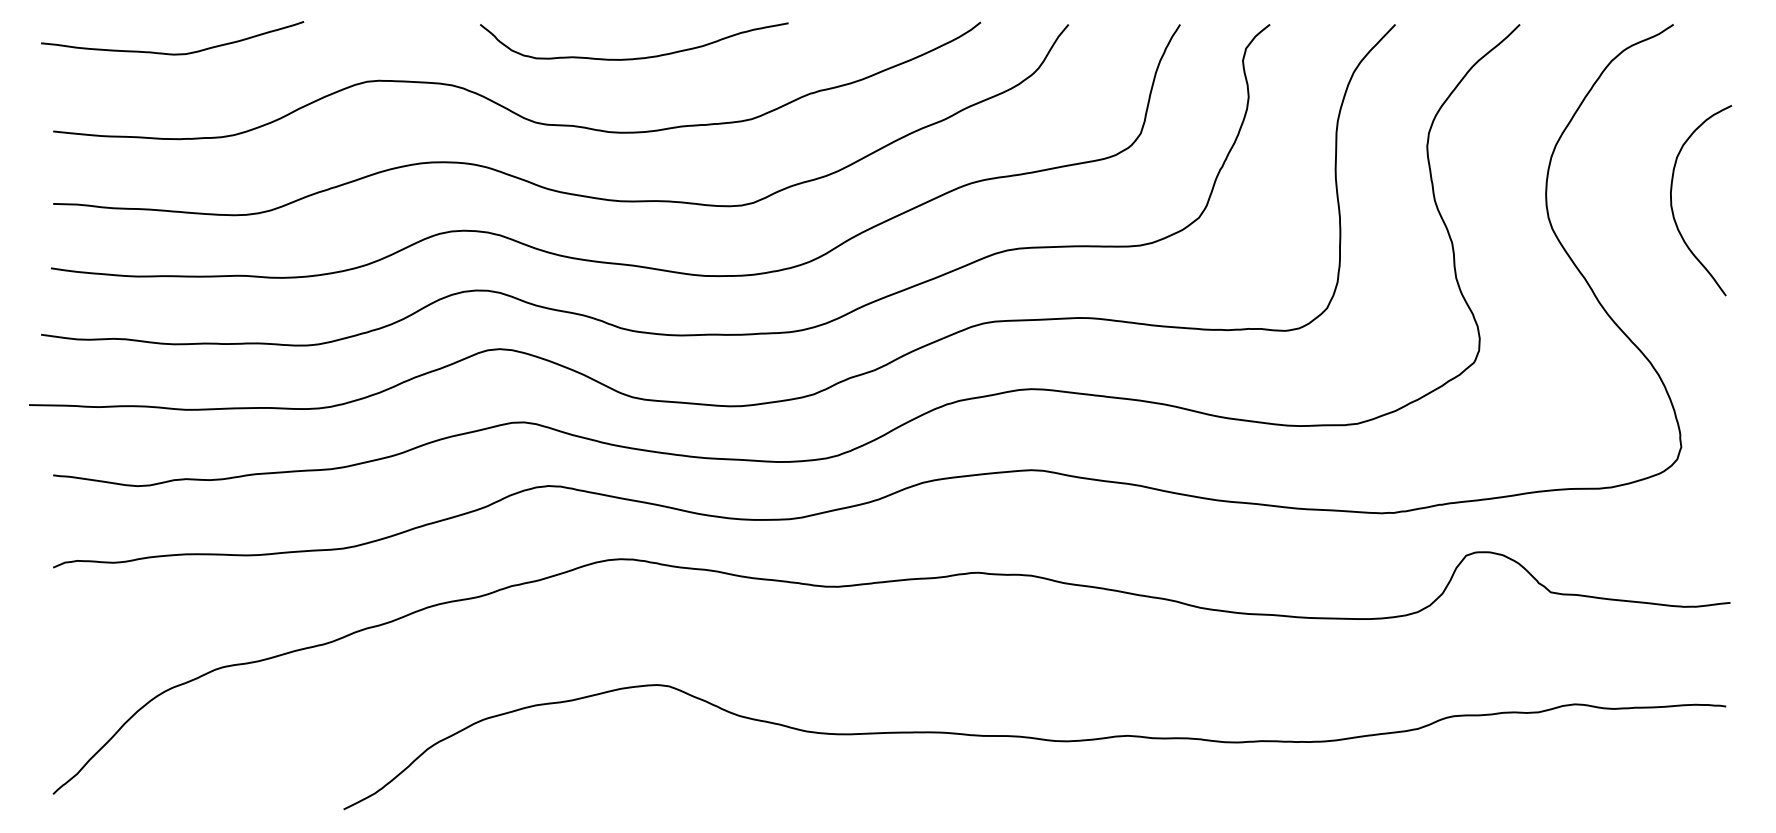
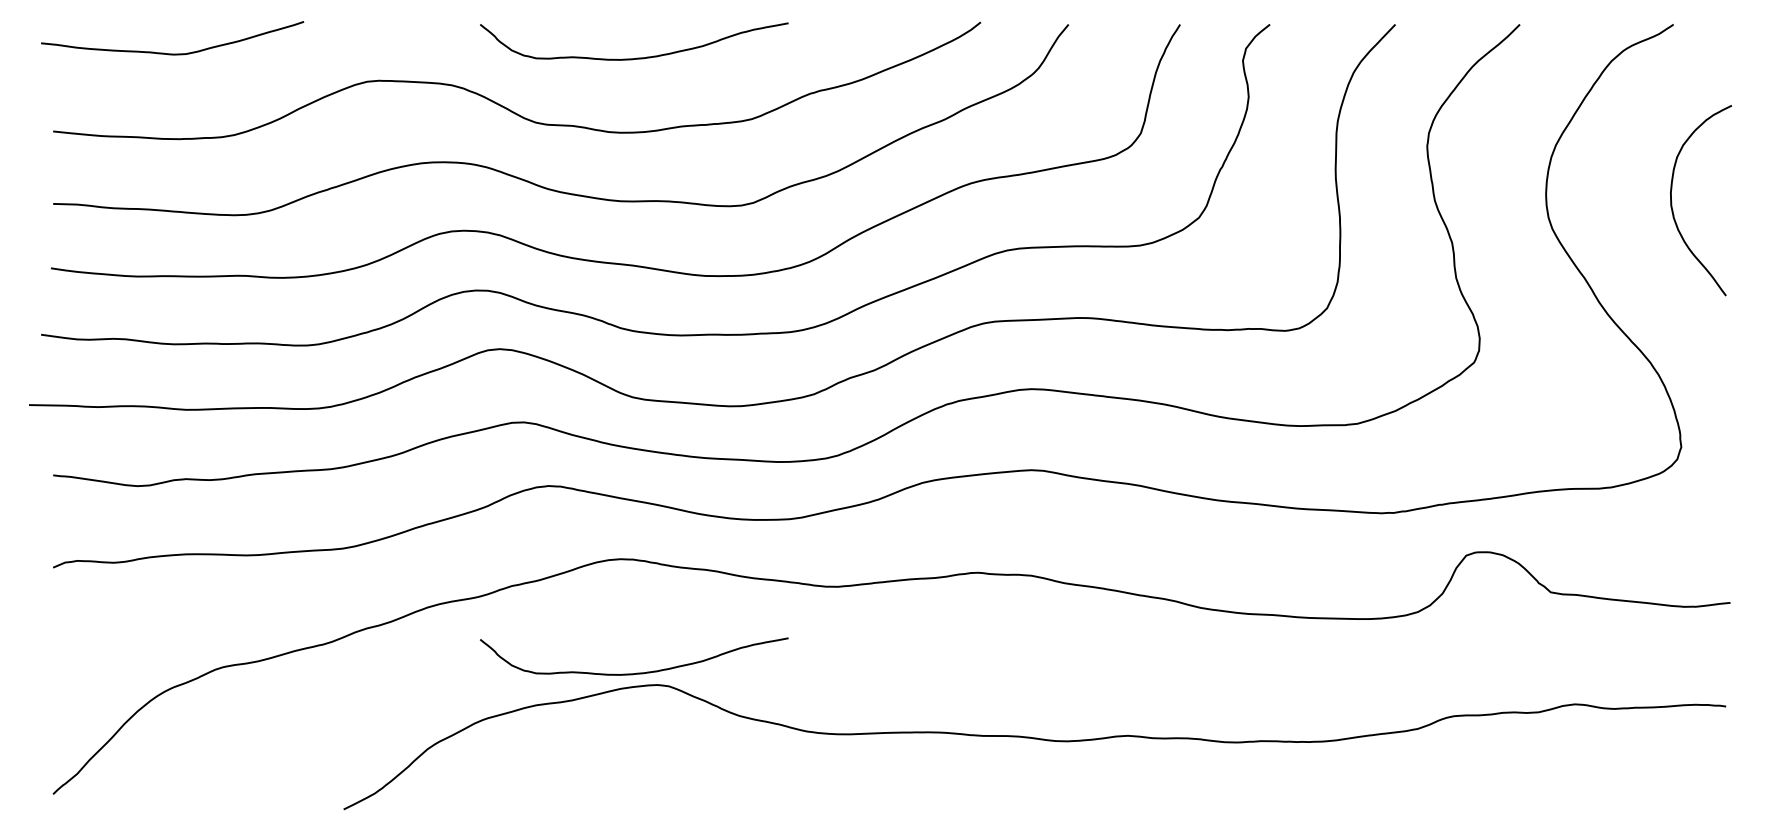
curve at (636, 672): none -> present
